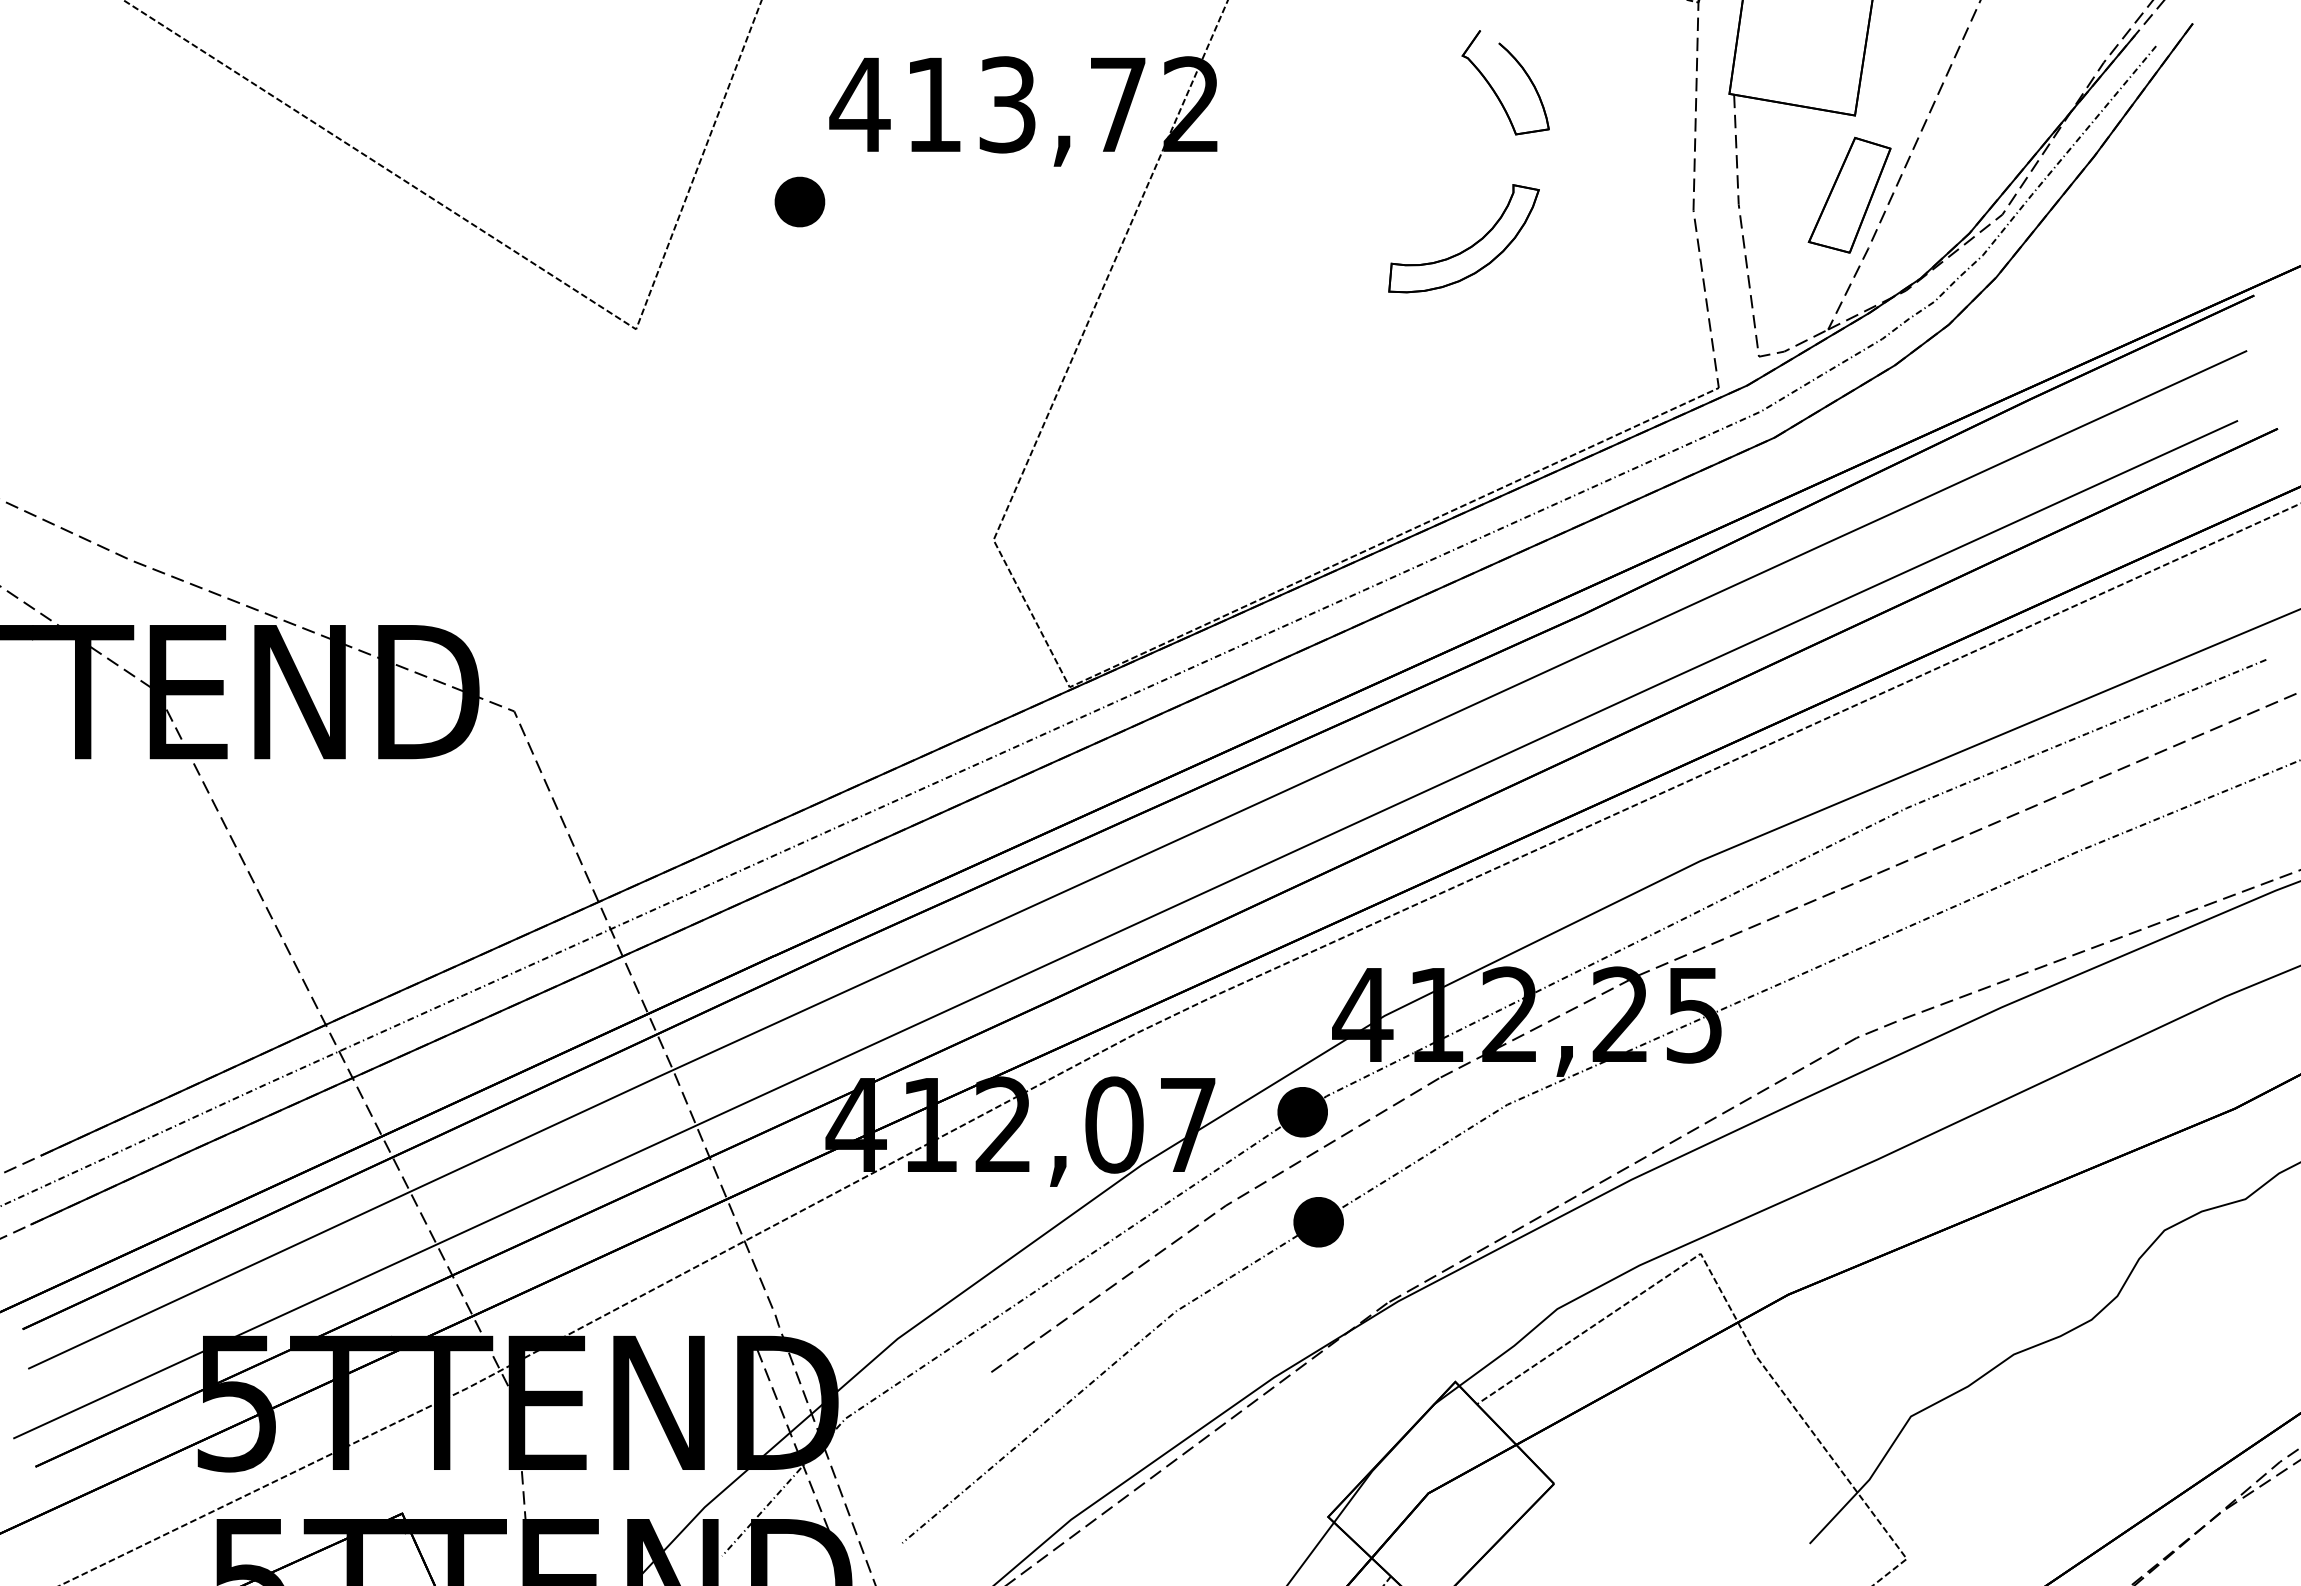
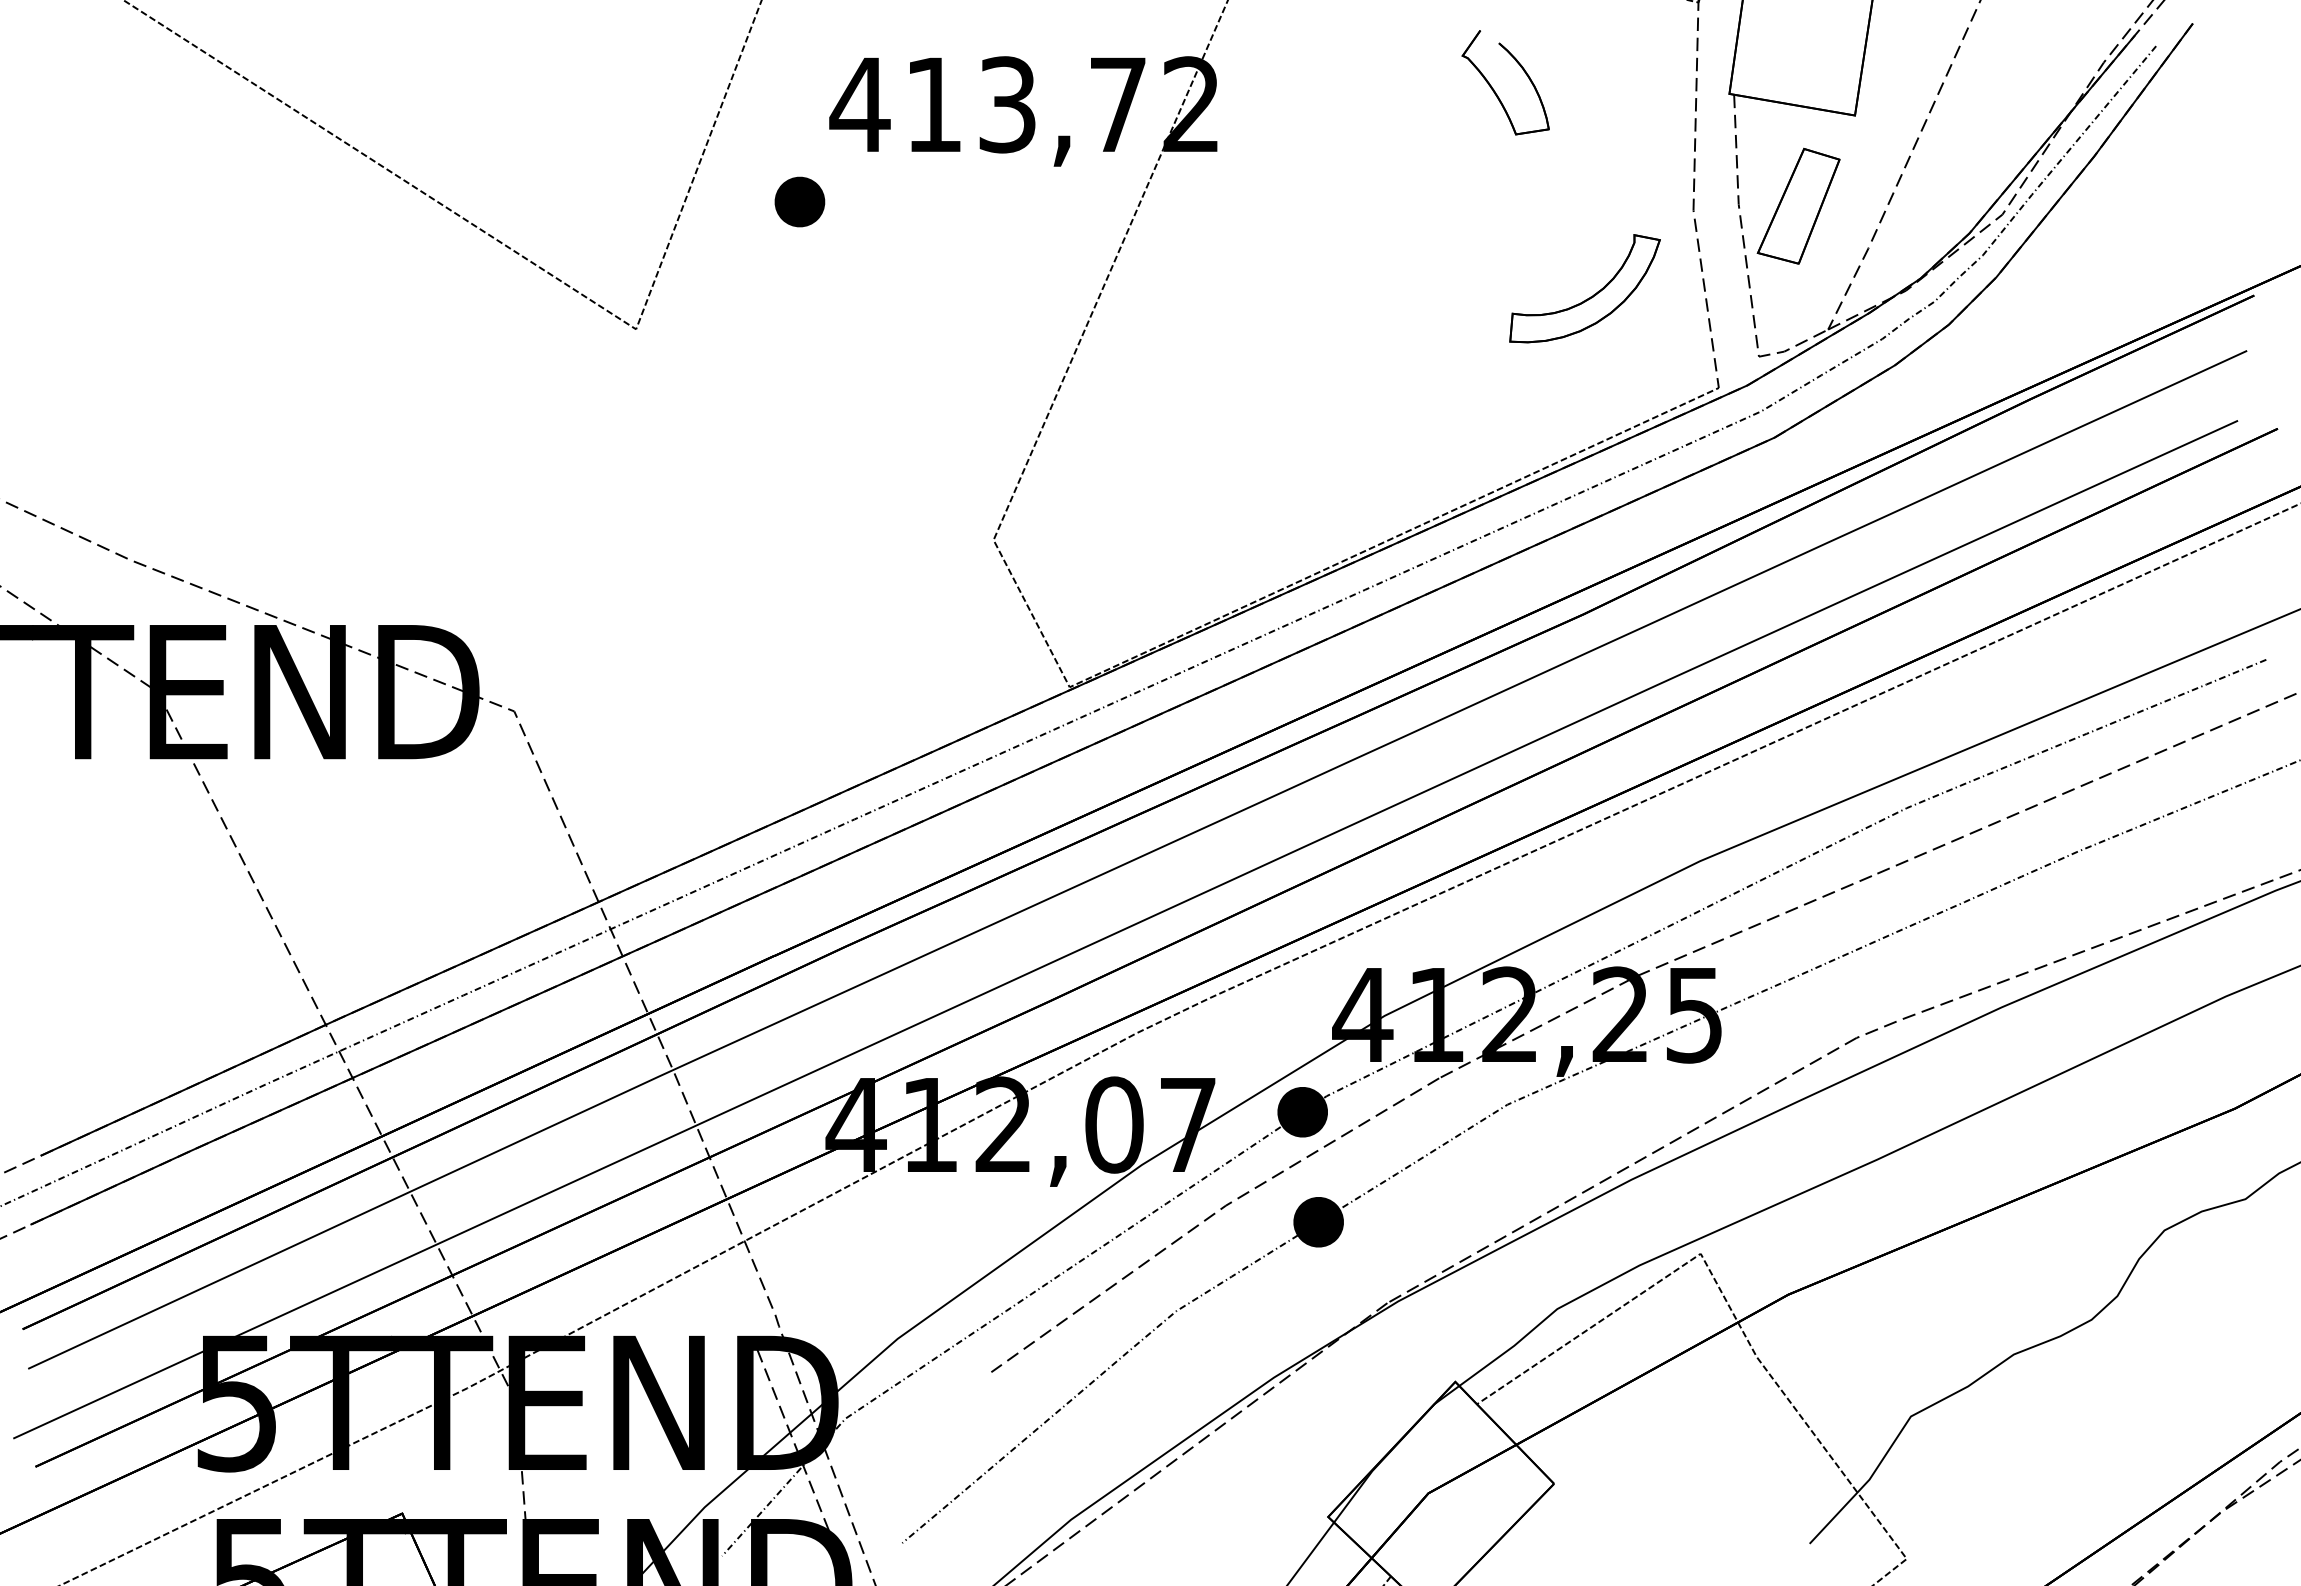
part at (1849, 194) position: (1849, 194) -> (1798, 205)
part at (1469, 246) position: (1469, 246) -> (1590, 296)
